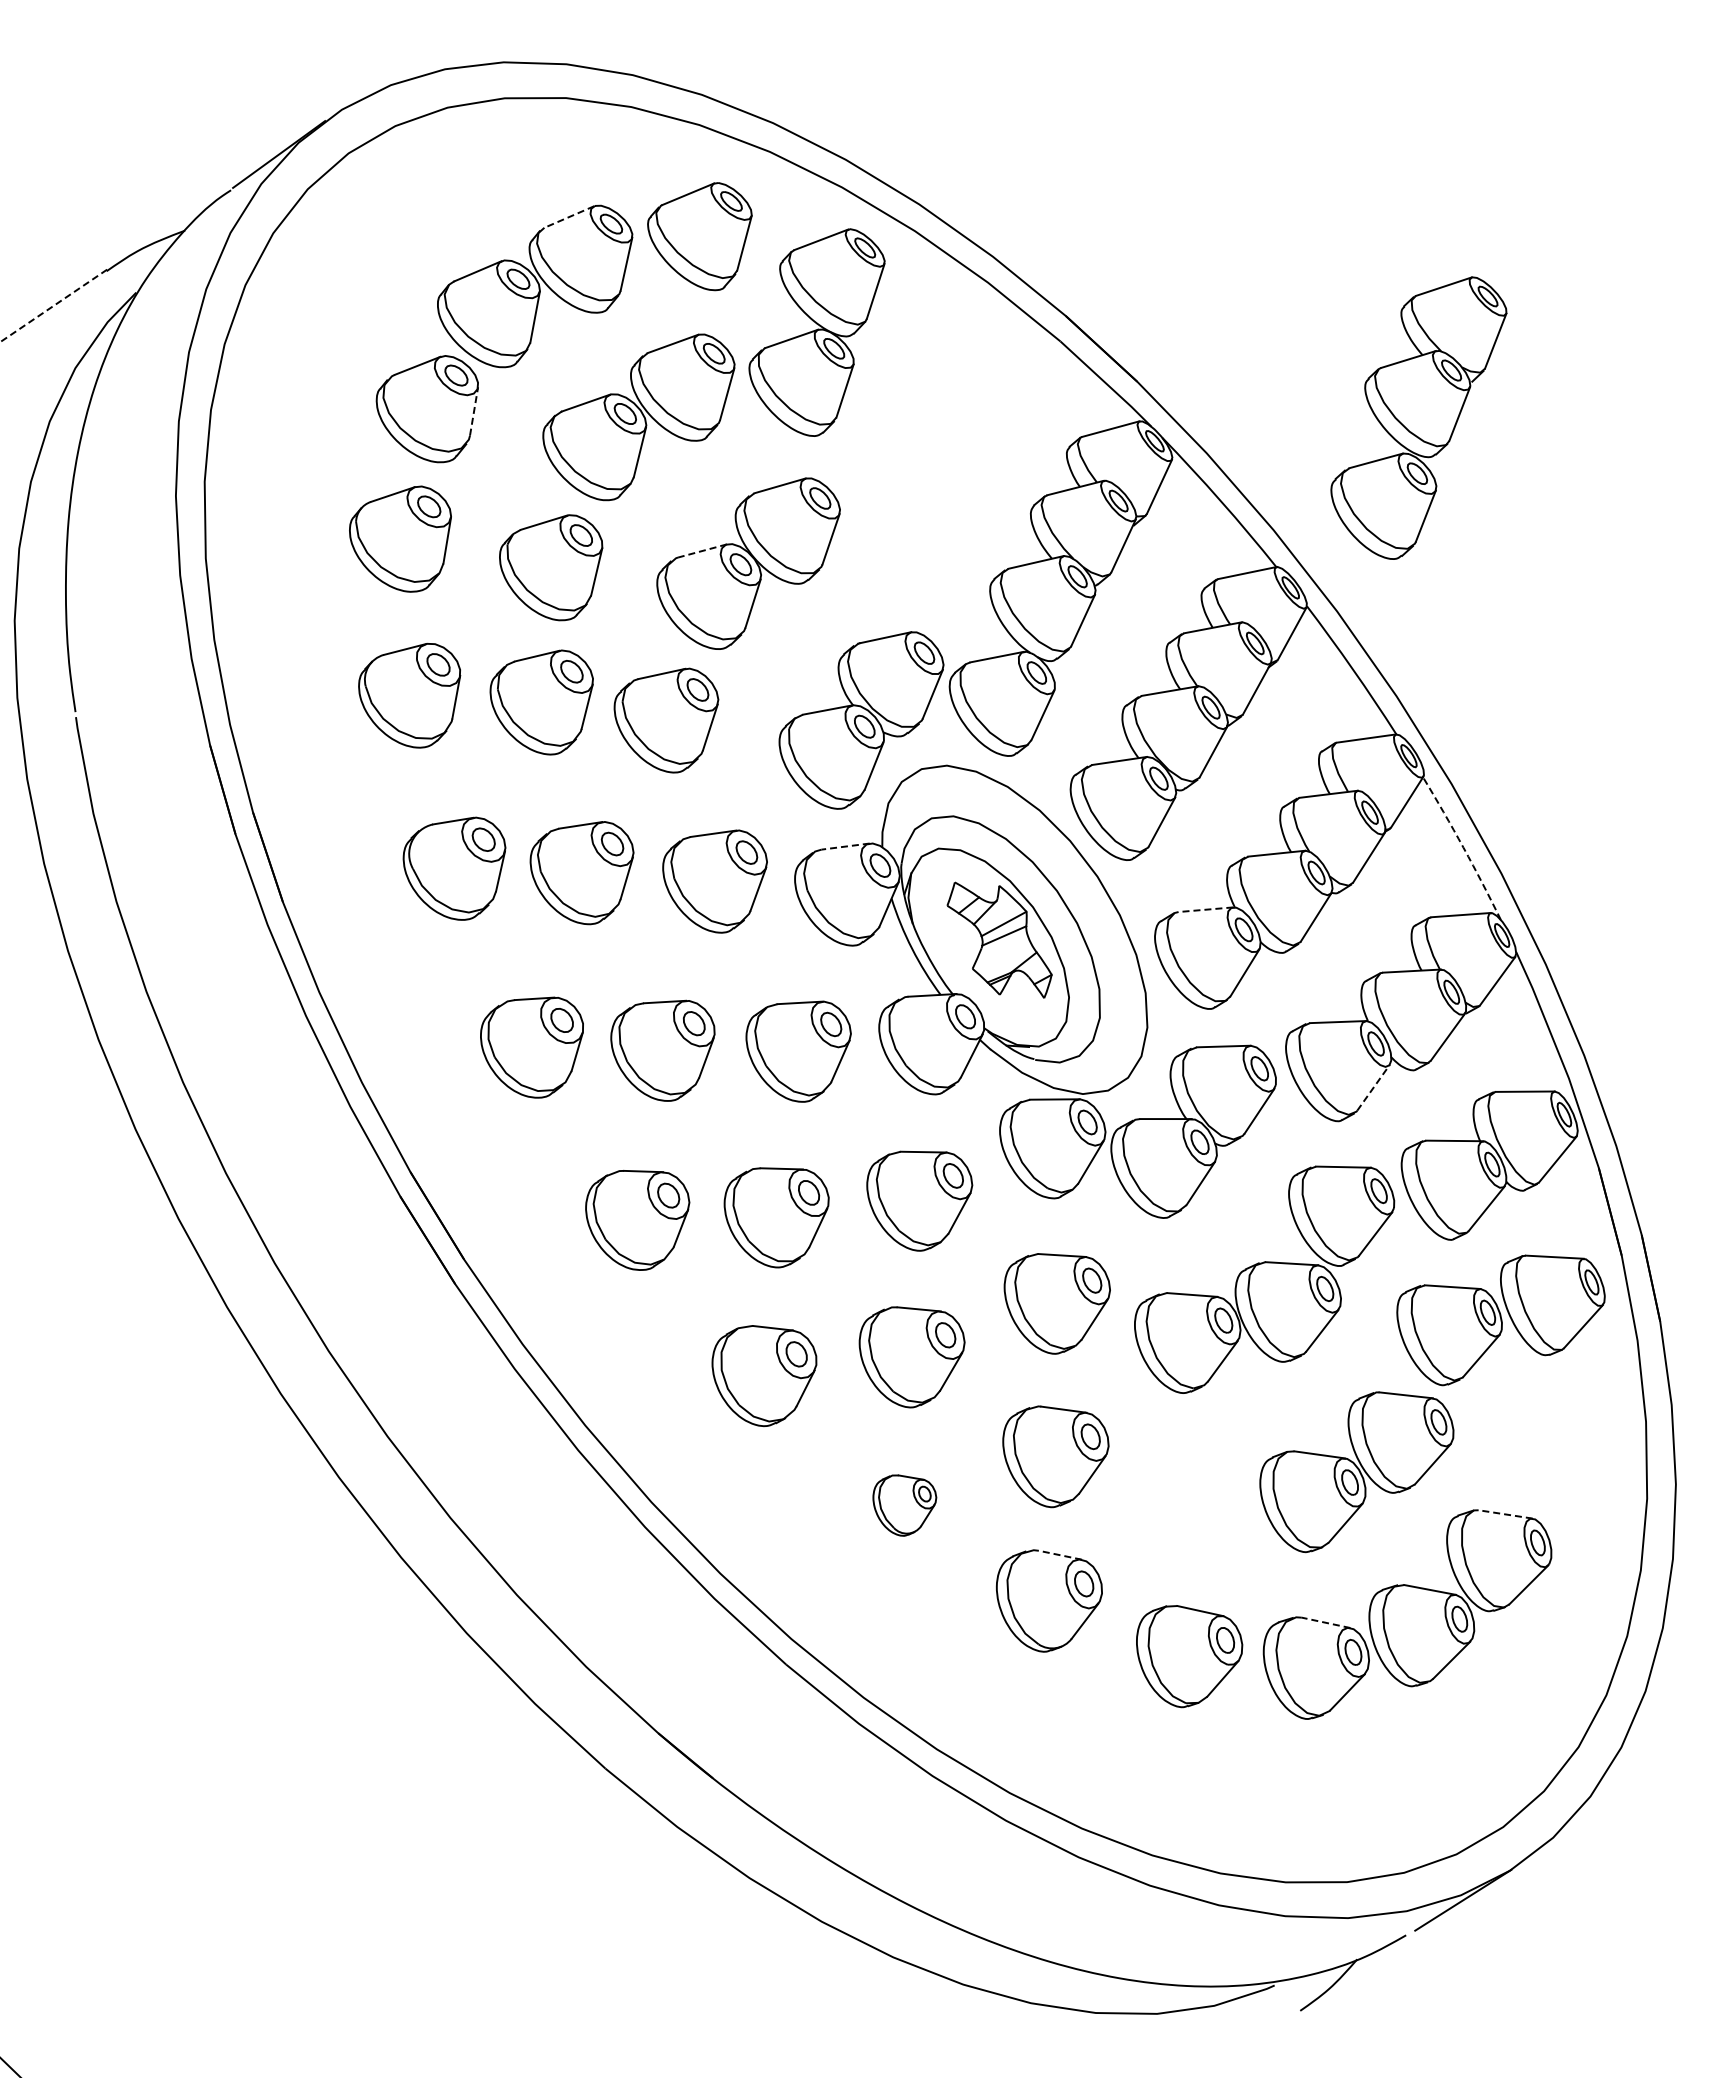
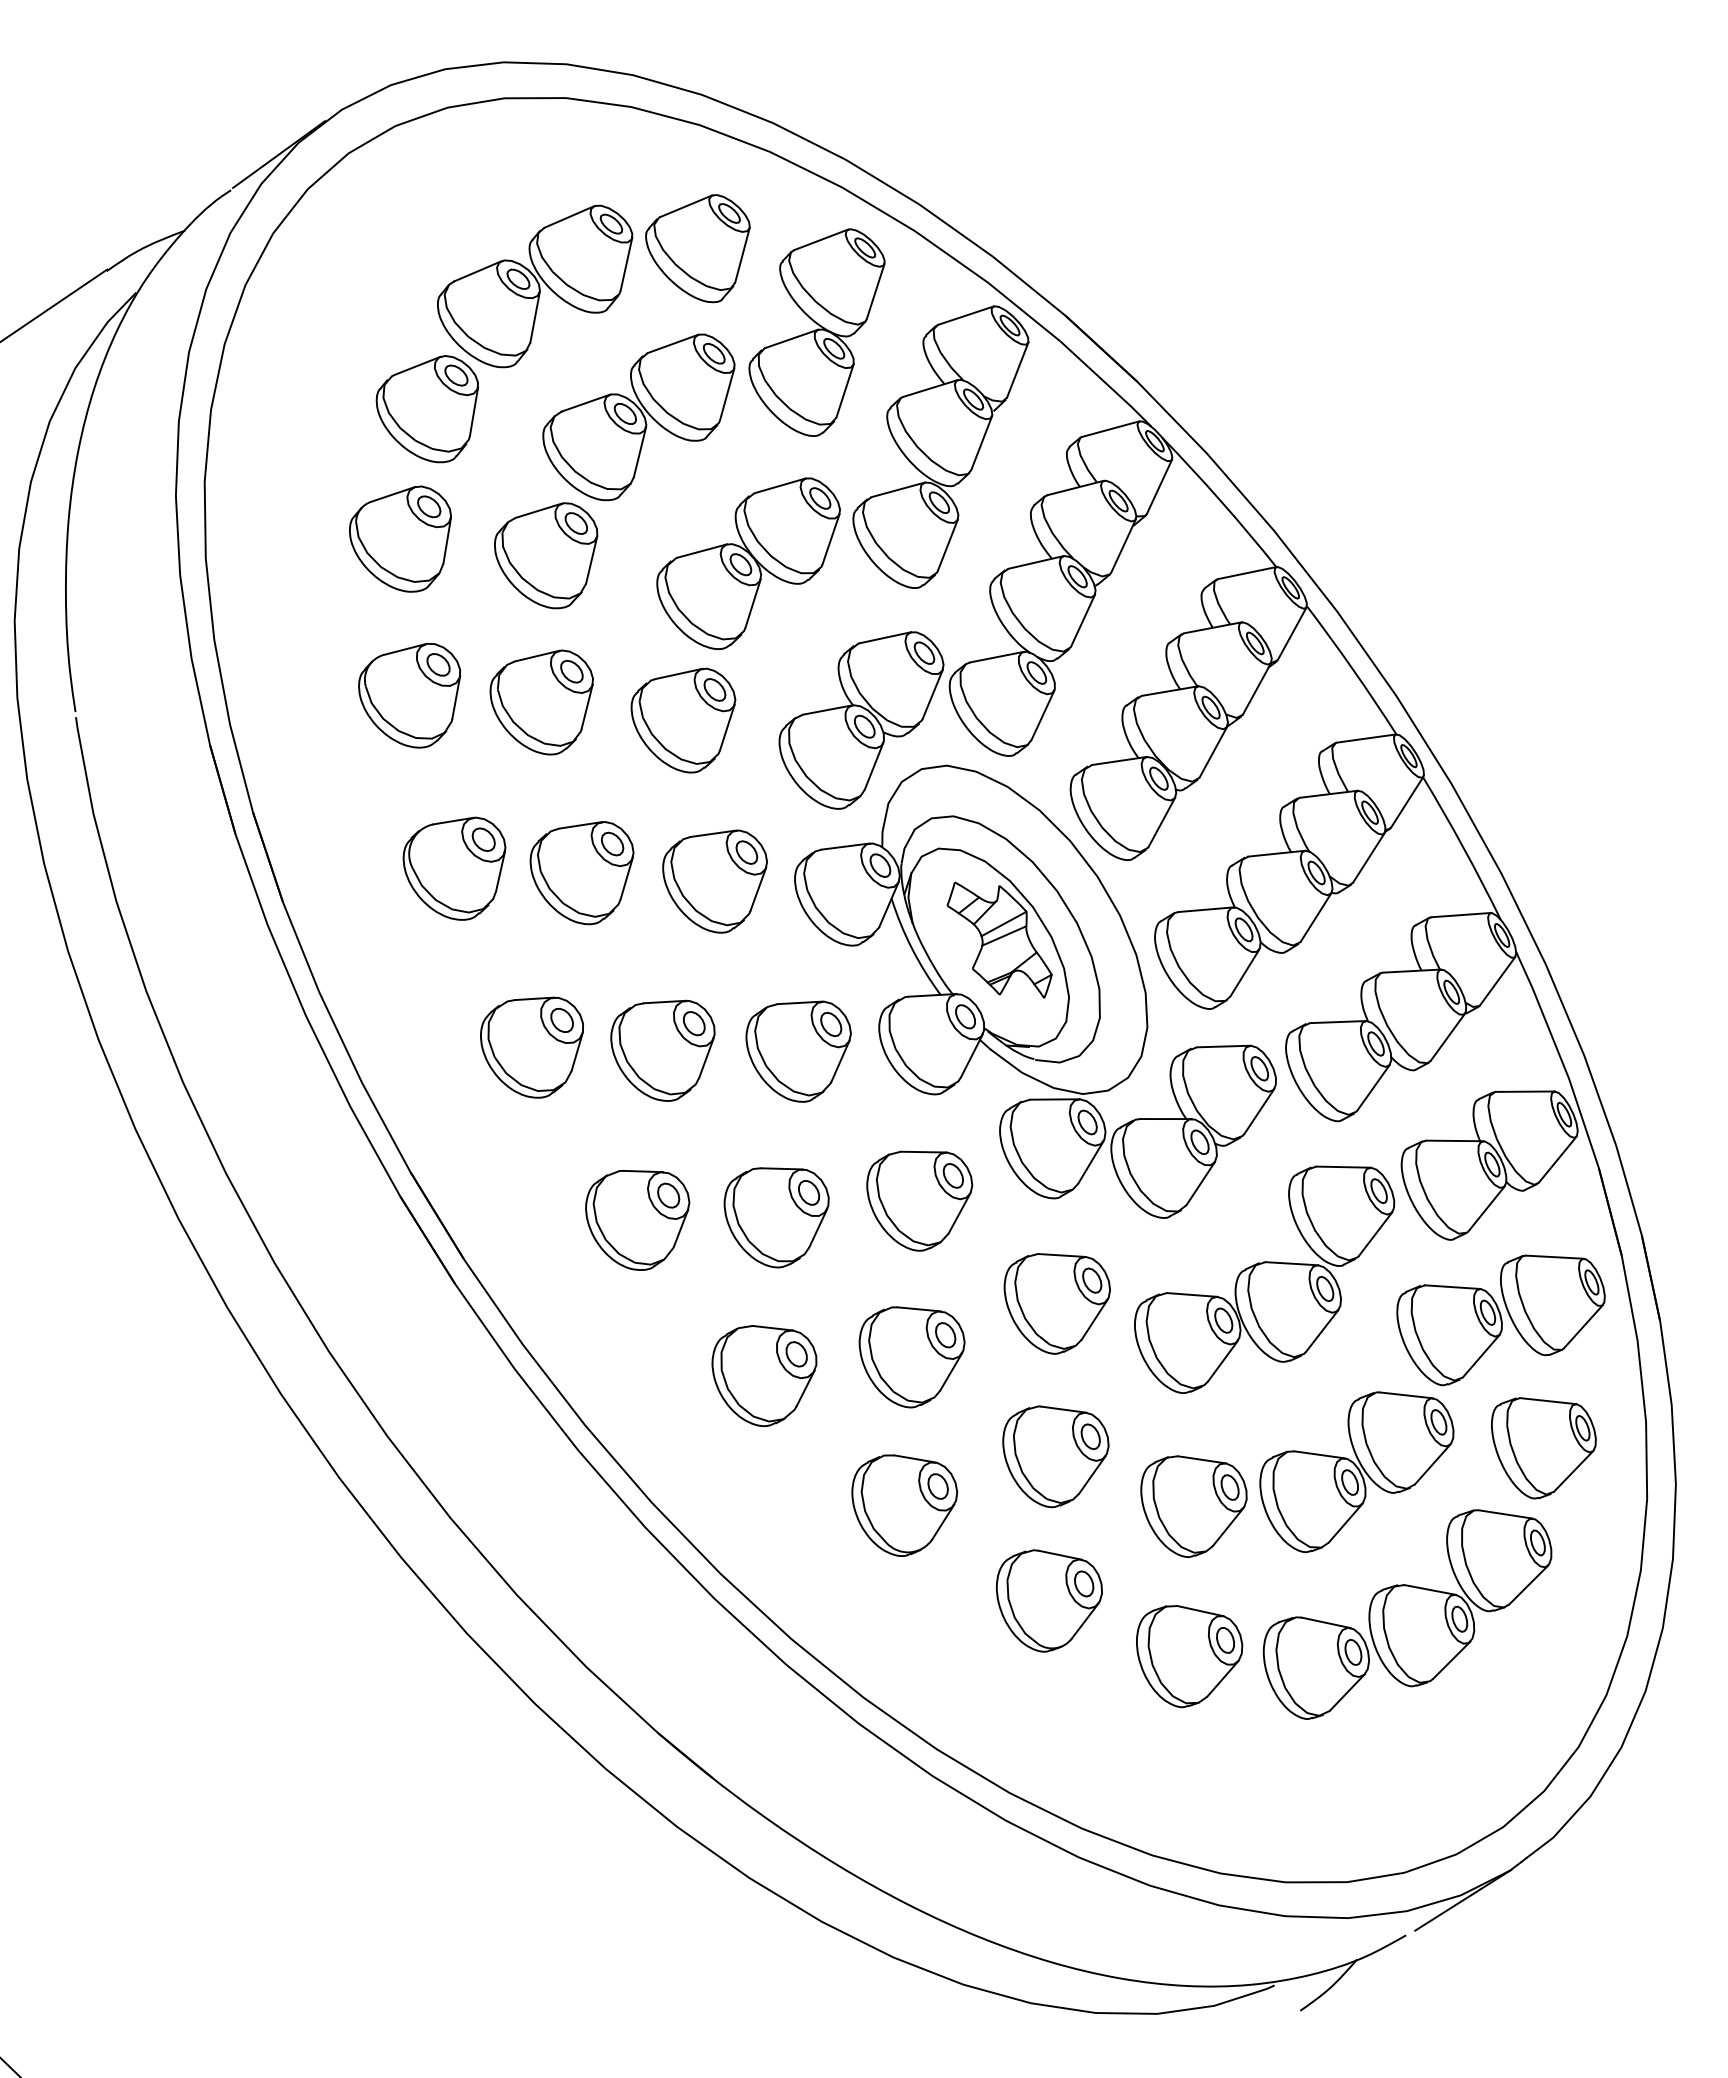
line at (568, 217): dashed -> solid
part at (699, 236) position: (699, 236) -> (697, 248)
line at (53, 306): dashed -> solid
line at (474, 411): dashed -> solid
part at (1418, 417) position: (1418, 417) -> (940, 446)
line at (702, 551): dashed -> solid
part at (551, 567) position: (551, 567) -> (546, 555)
part at (666, 720) position: (666, 720) -> (683, 720)
line at (845, 846): dashed -> solid
arc at (1463, 847): dashed -> solid
line at (1205, 909): dashed -> solid
line at (1373, 1087): dashed -> solid
part at (1543, 1448): none -> present
part at (904, 1505) size: 66x63 px -> 108x103 px
part at (1193, 1506): none -> present
line at (1505, 1514): dashed -> solid
line at (1059, 1555): dashed -> solid
line at (1326, 1622): dashed -> solid
